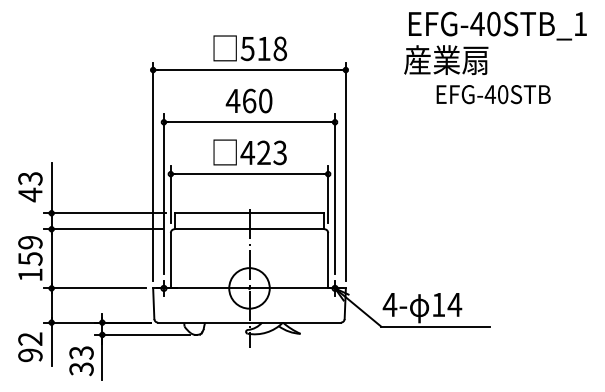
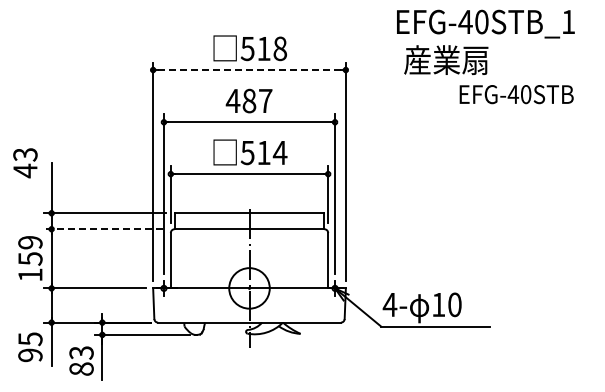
text at (497, 25) position: (497, 25) -> (485, 23)
line at (249, 70): solid -> dashed
text at (493, 94) position: (493, 94) -> (516, 94)
text at (257, 100): 460 -> 487
text at (263, 152): 423 -> 514
text at (30, 187) position: (30, 187) -> (25, 163)
line at (103, 229): solid -> dashed
text at (454, 304): 14 -> 10
text at (30, 339): 92 -> 95
text at (81, 369): 33 -> 83
